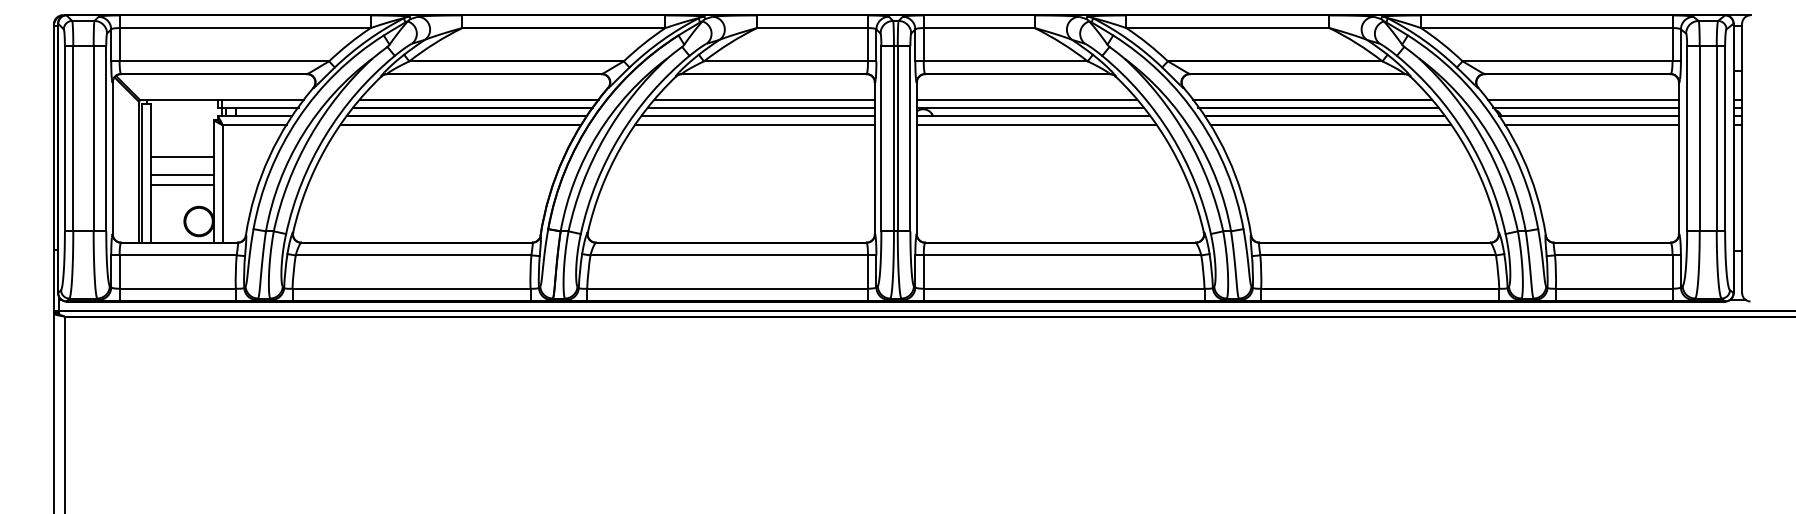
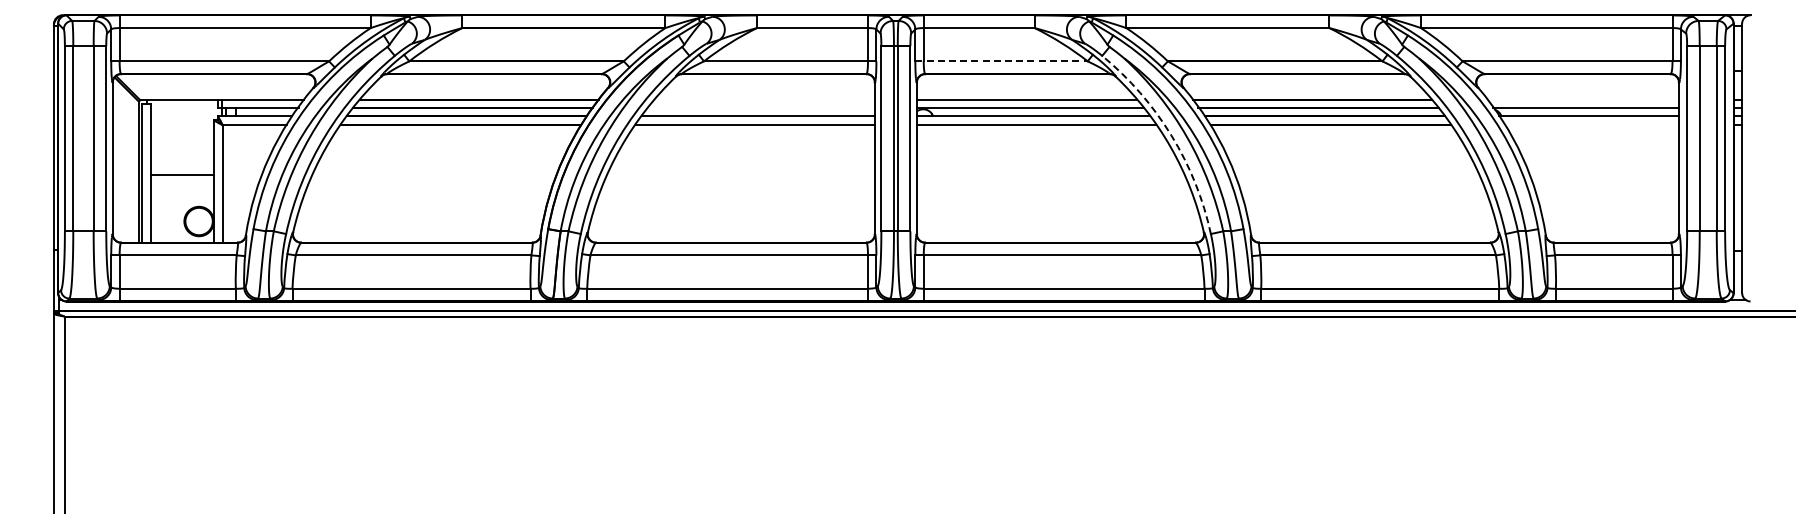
line at (1002, 61): solid -> dashed
line at (764, 100): present -> none
line at (1582, 100): present -> none
line at (760, 107): present -> none
line at (1591, 125): present -> none
arc at (1171, 135): solid -> dashed
line at (181, 157): present -> none
line at (181, 185): present -> none
